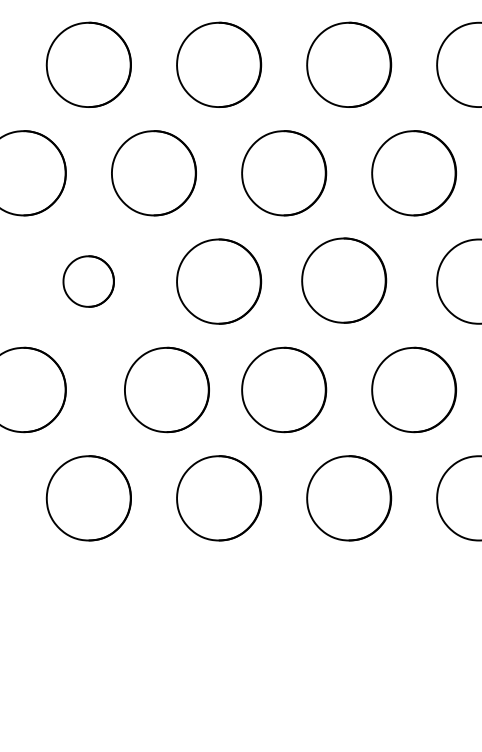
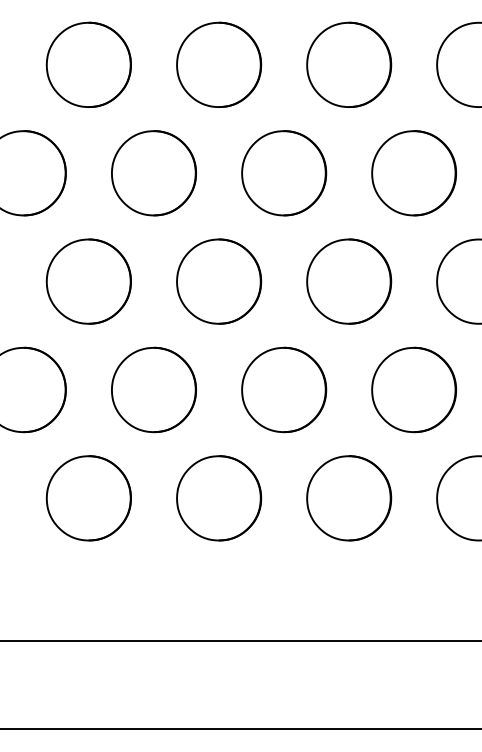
part at (344, 280) position: (344, 280) -> (349, 281)
part at (88, 281) size: 53x53 px -> 87x87 px
part at (166, 389) position: (166, 389) -> (153, 389)
line at (240, 640): none -> present
line at (240, 729): none -> present
